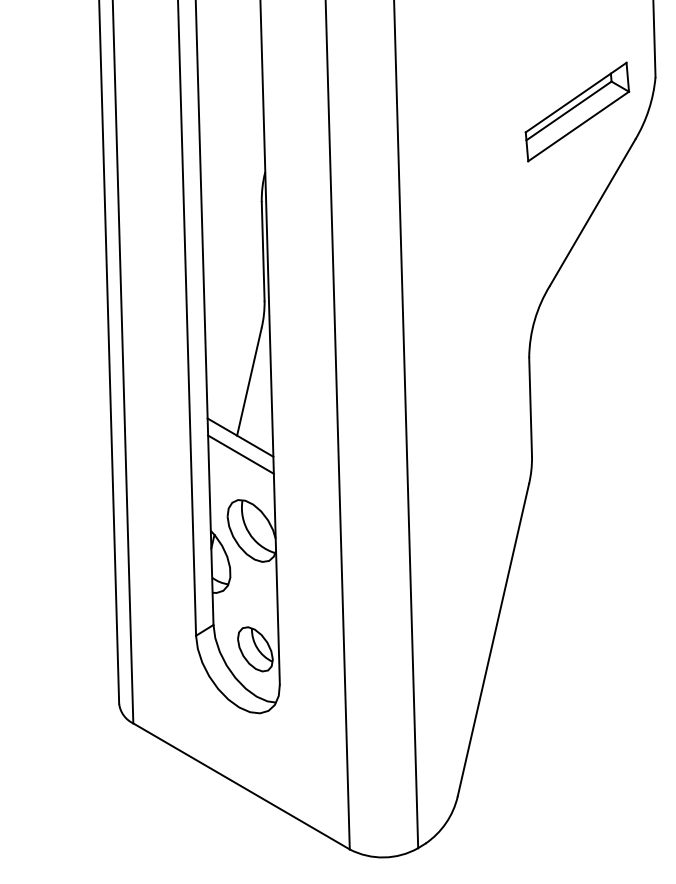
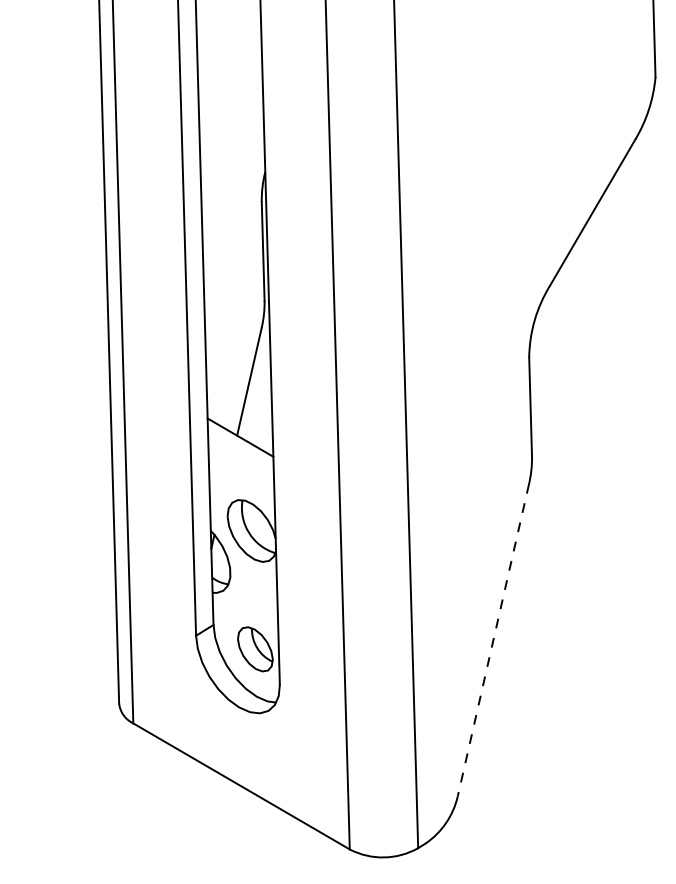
part at (577, 111): present -> none
line at (240, 454): present -> none
line at (493, 640): solid -> dashed
